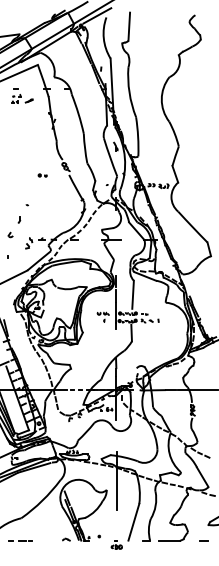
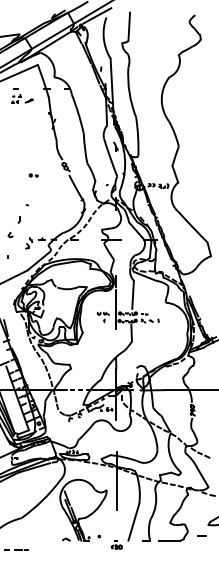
part at (42, 175) position: (42, 175) -> (33, 175)
line at (20, 540) position: (20, 540) -> (16, 549)
line at (203, 540) position: (203, 540) -> (201, 535)
